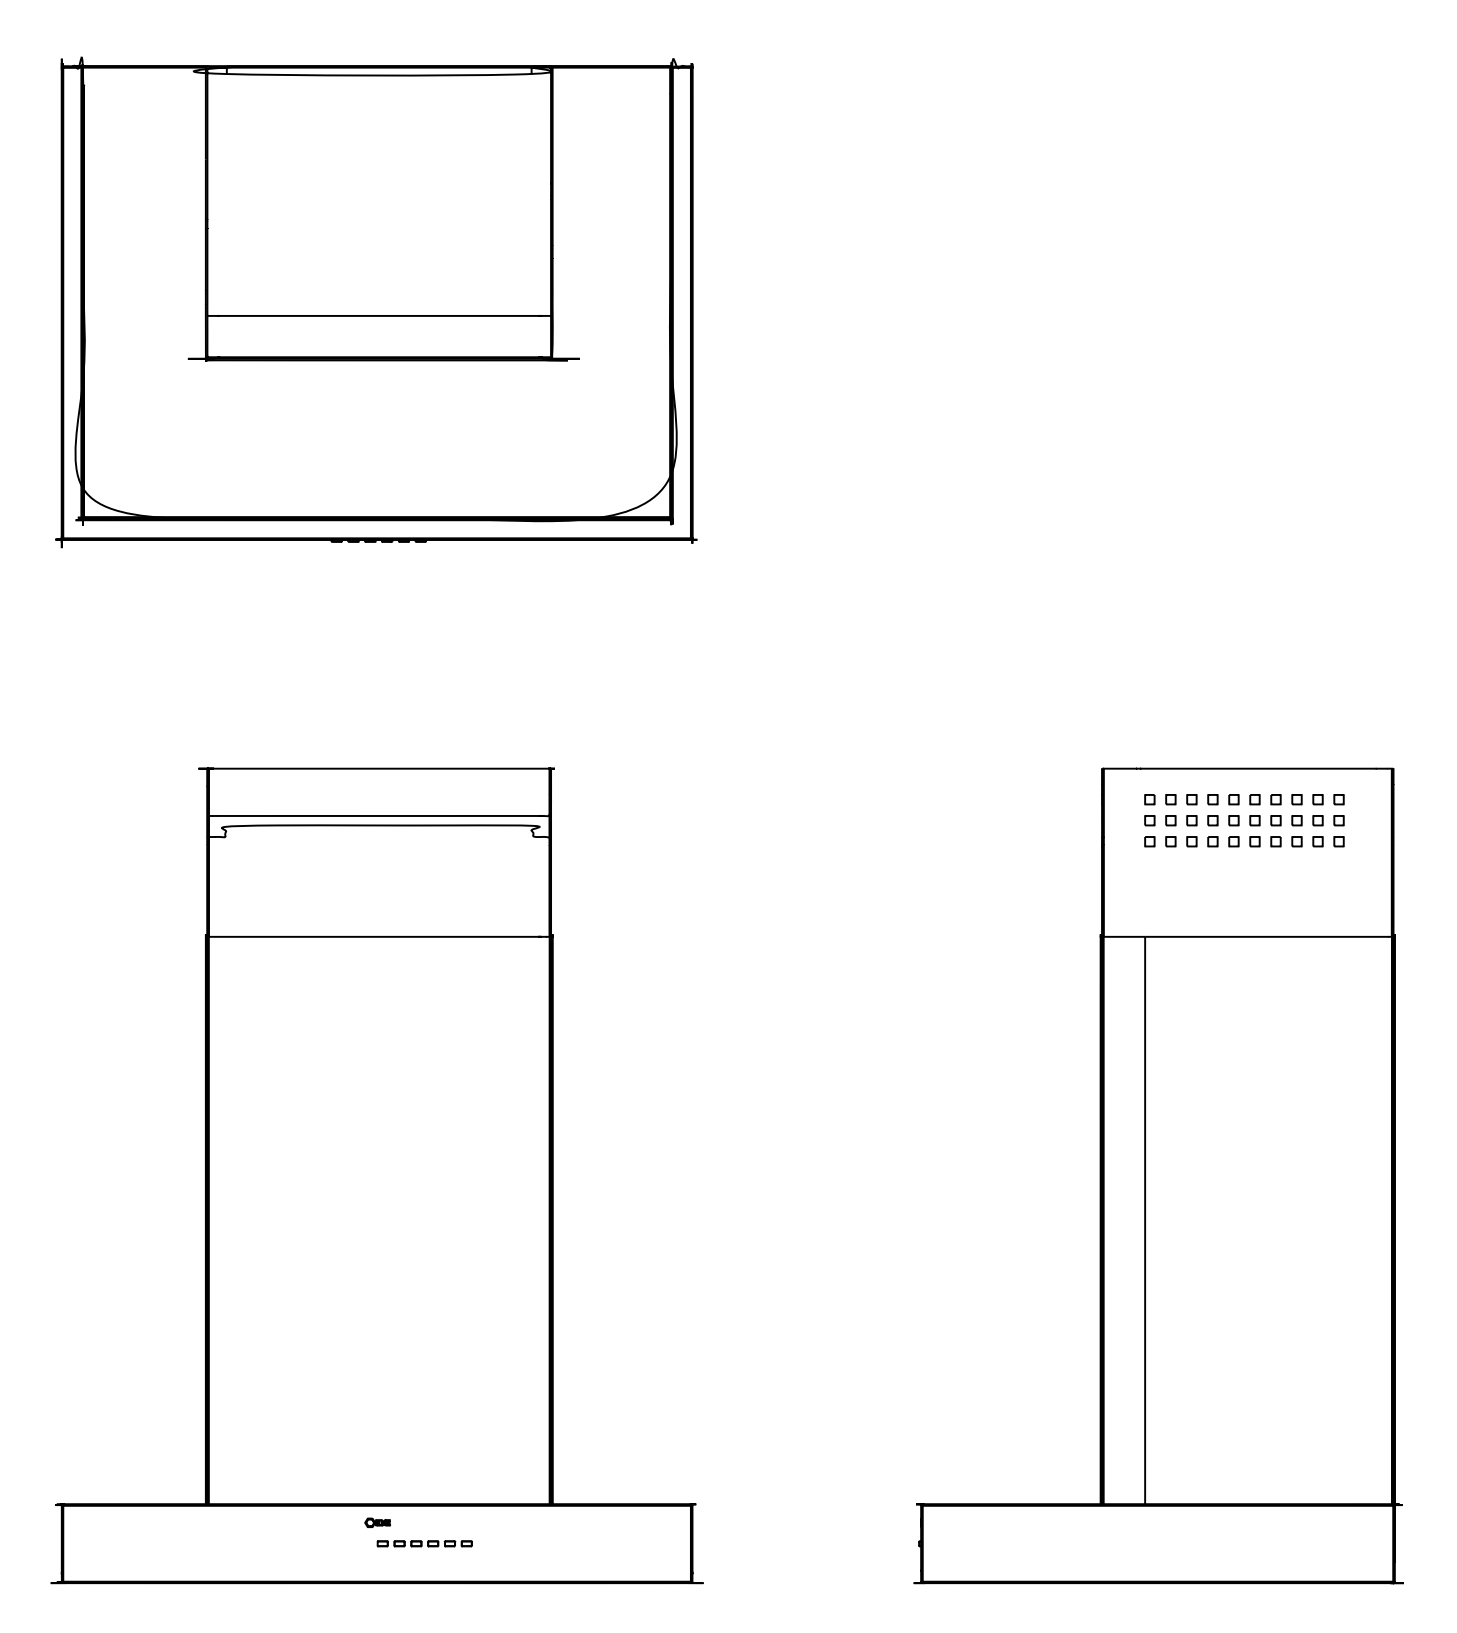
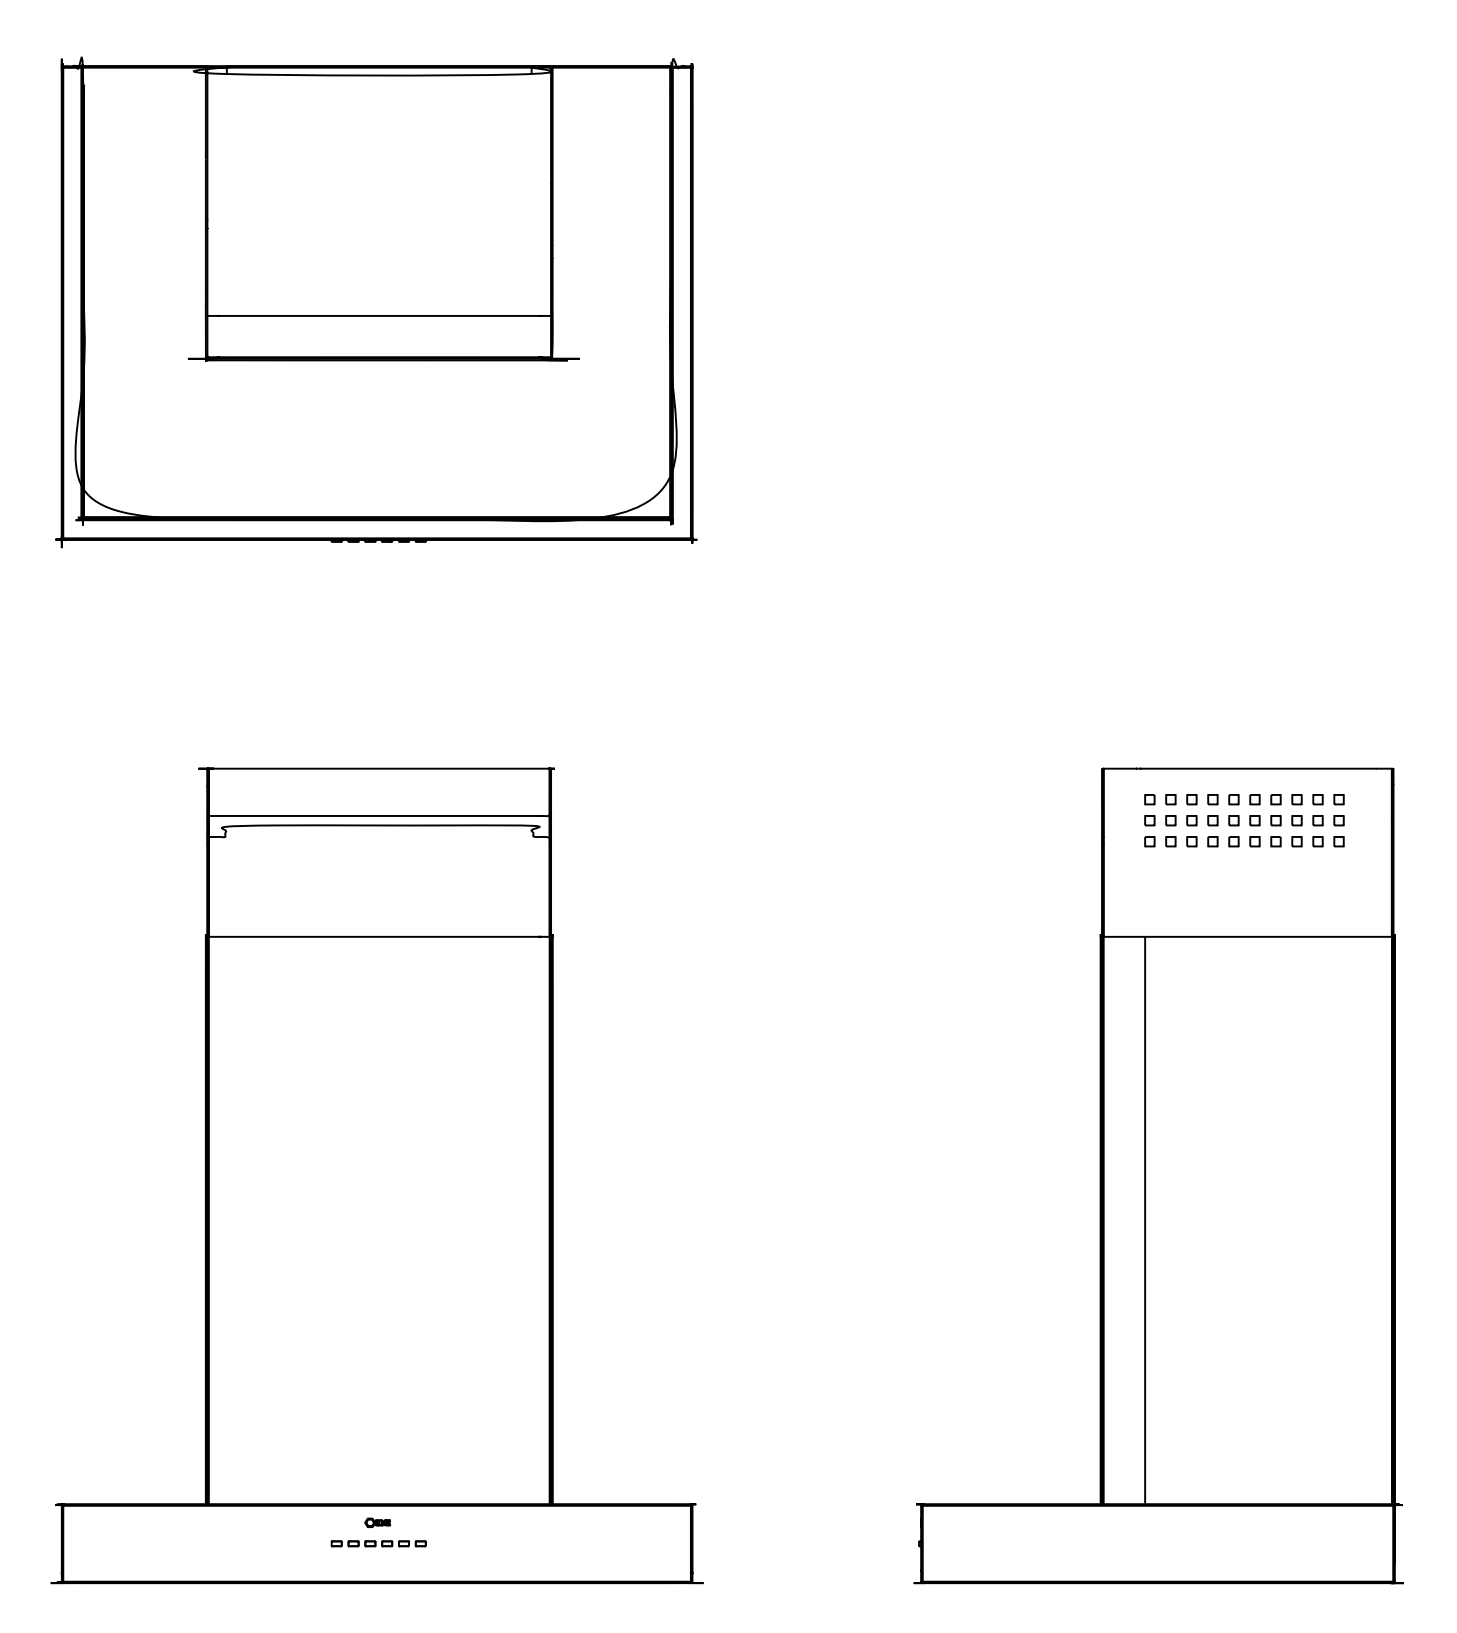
part at (424, 1543) position: (424, 1543) -> (378, 1543)
